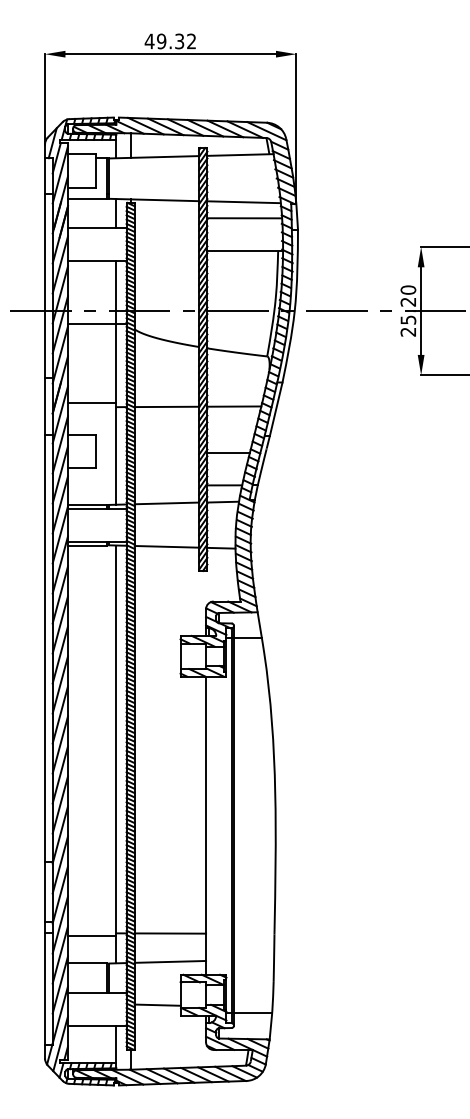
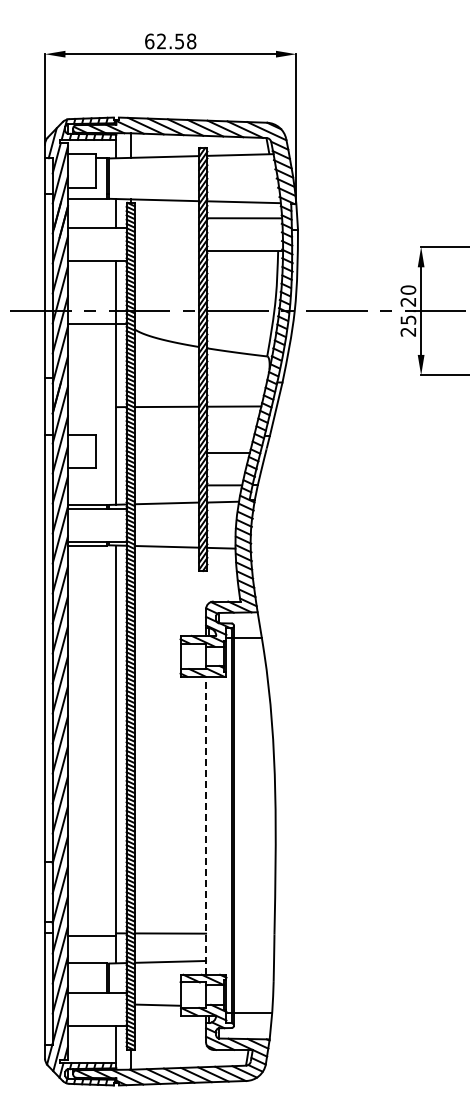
text at (170, 41): 49.32 -> 62.58
line at (91, 403): present -> none
line at (206, 825): solid -> dashed
